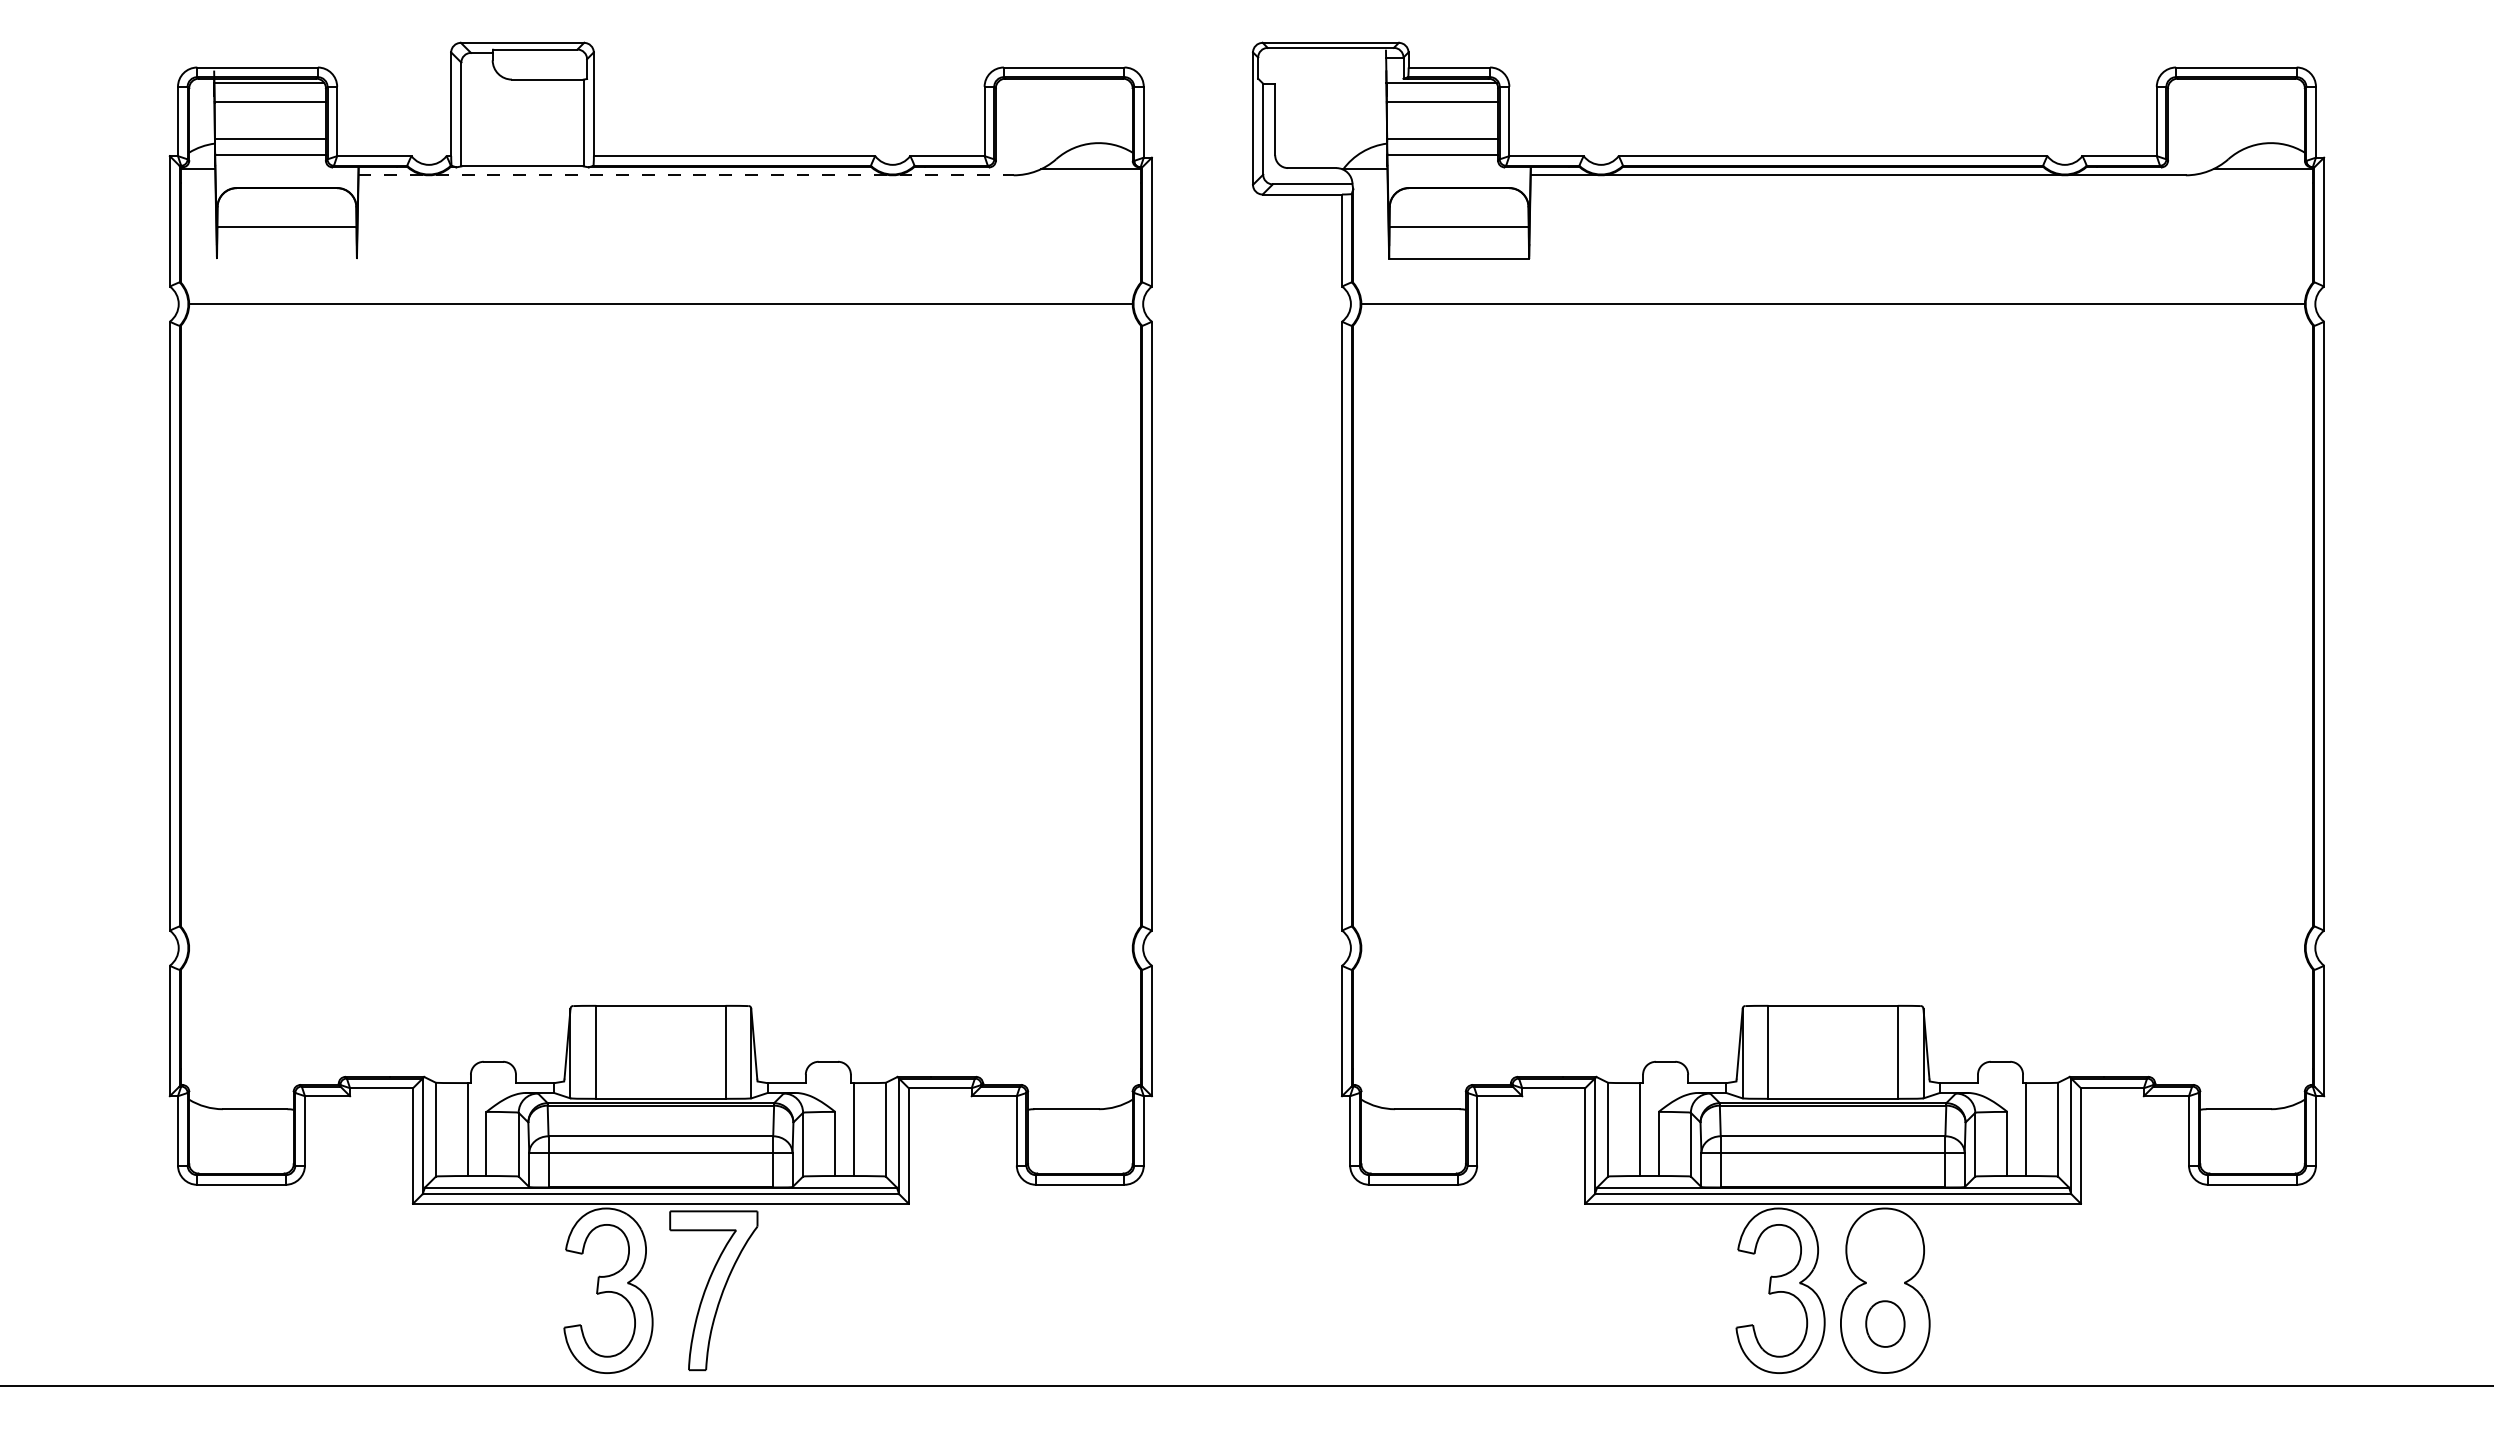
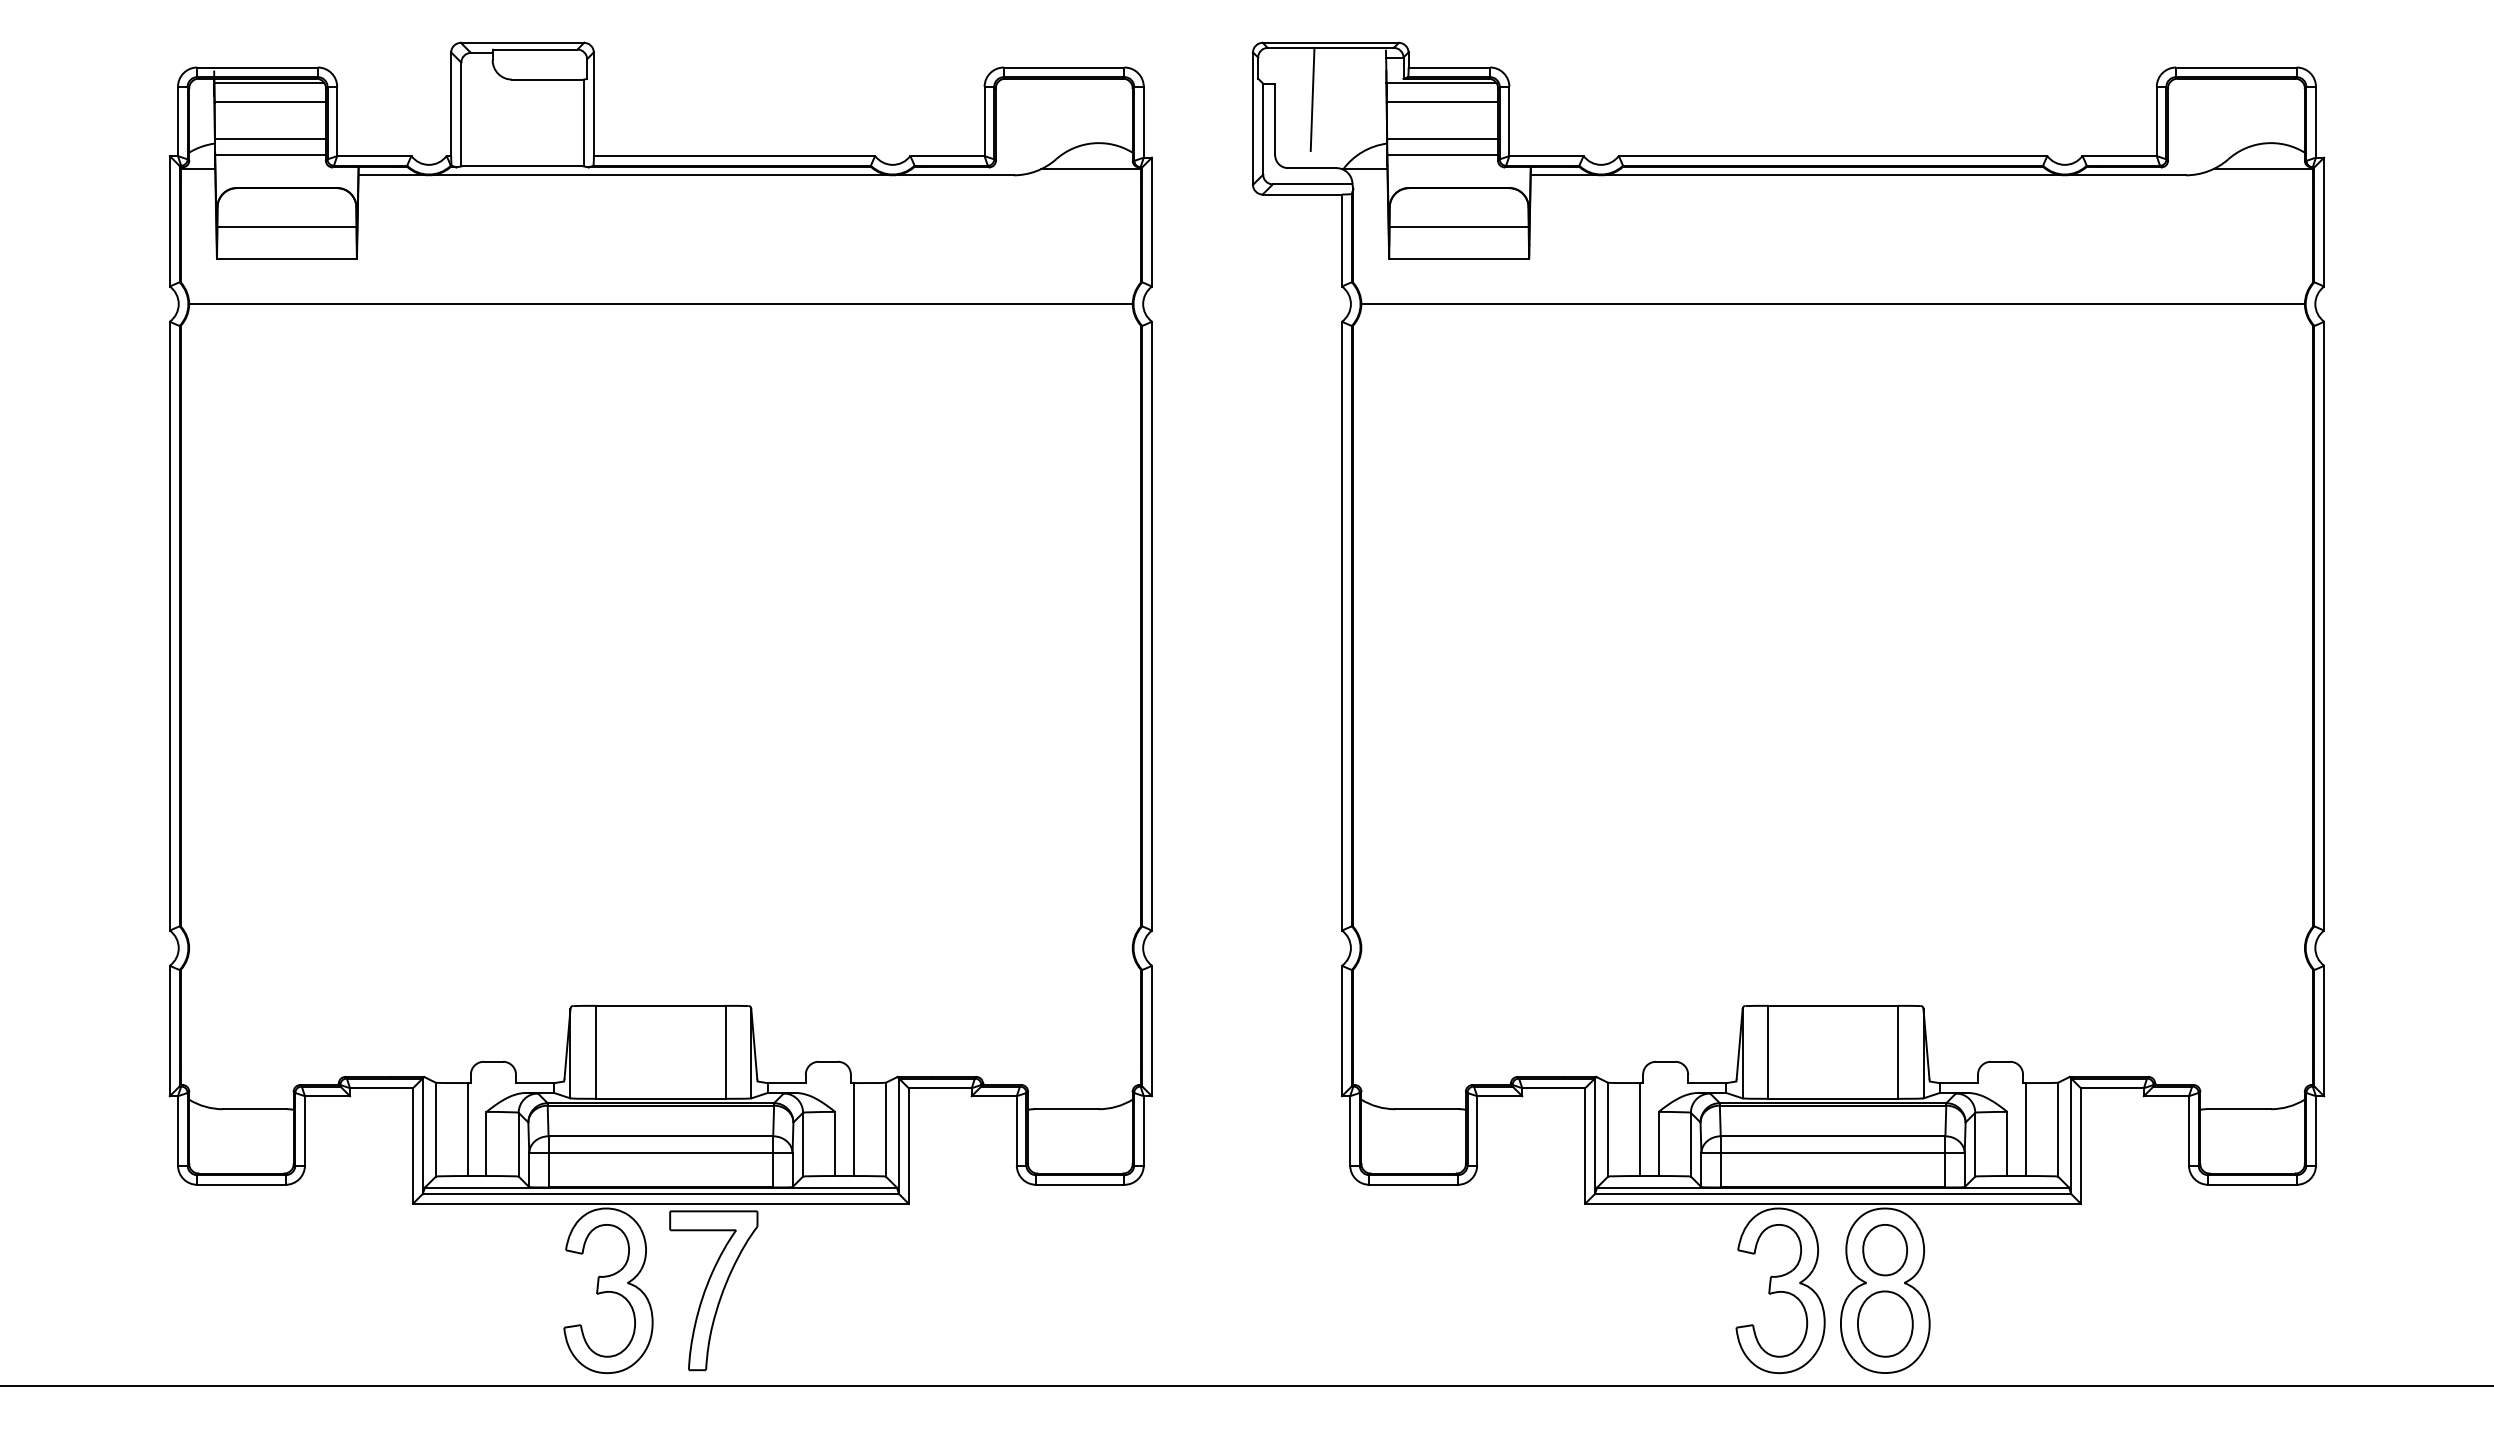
line at (1312, 98): none -> present
line at (686, 175): dashed -> solid
line at (286, 259): none -> present
part at (1884, 1250): none -> present
part at (1885, 1323) size: 41x48 px -> 57x68 px
